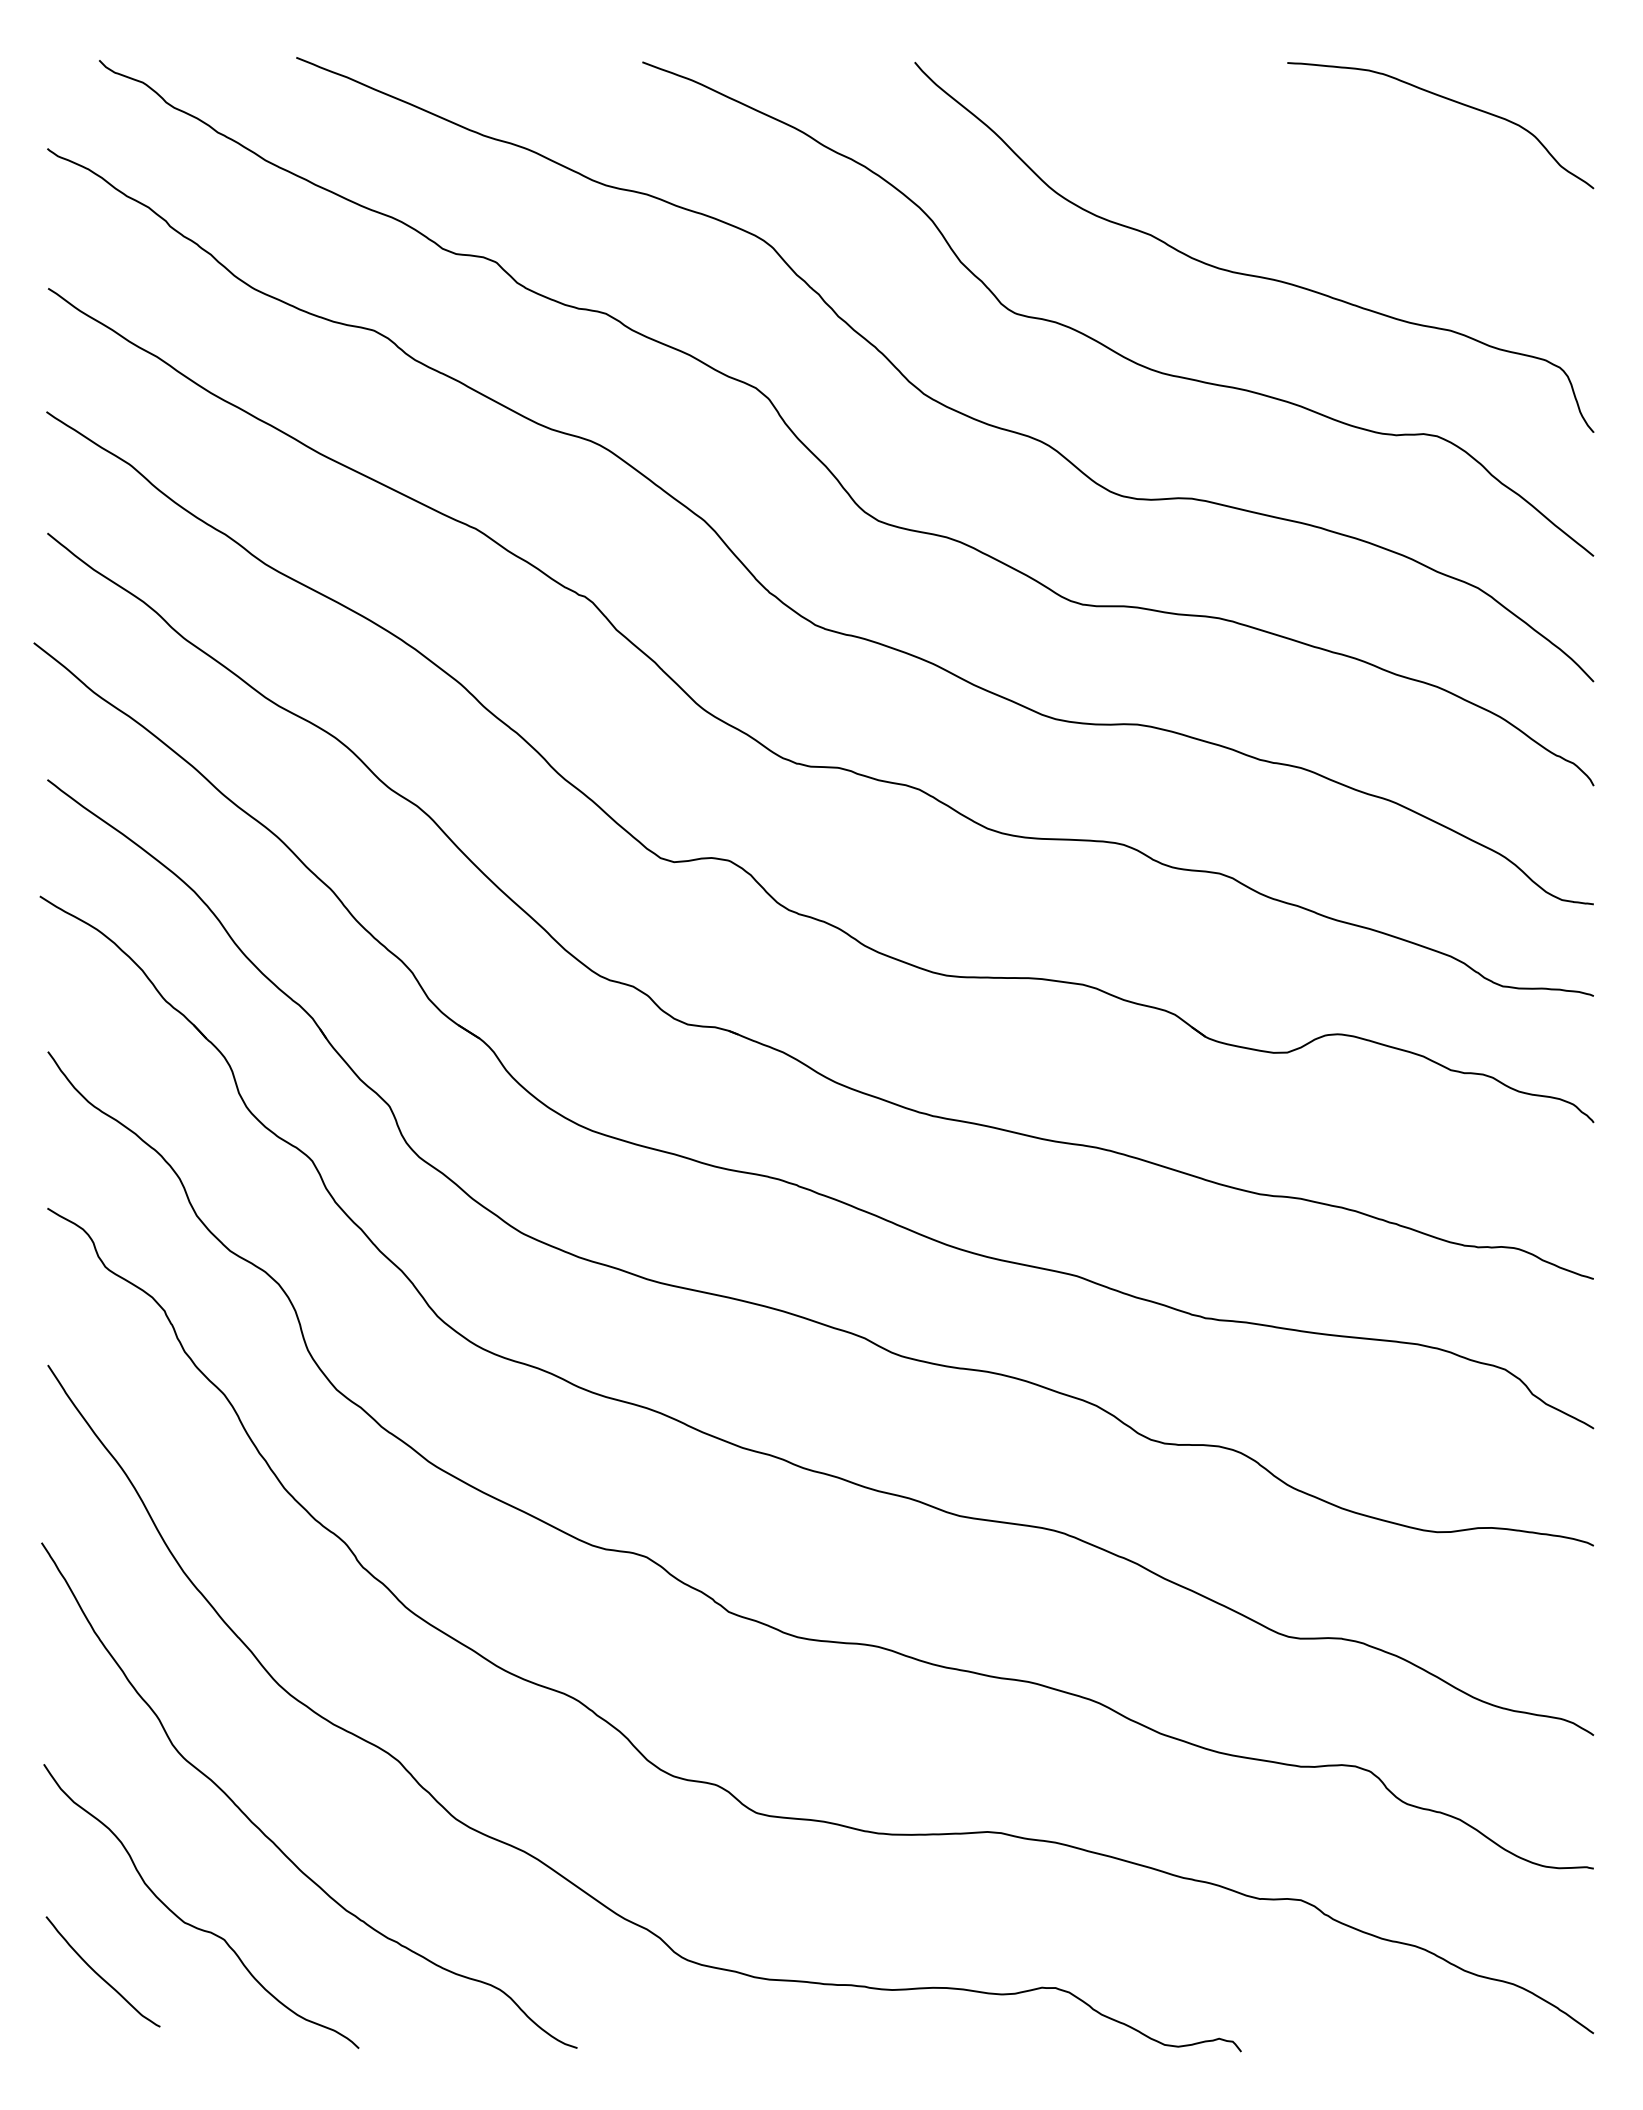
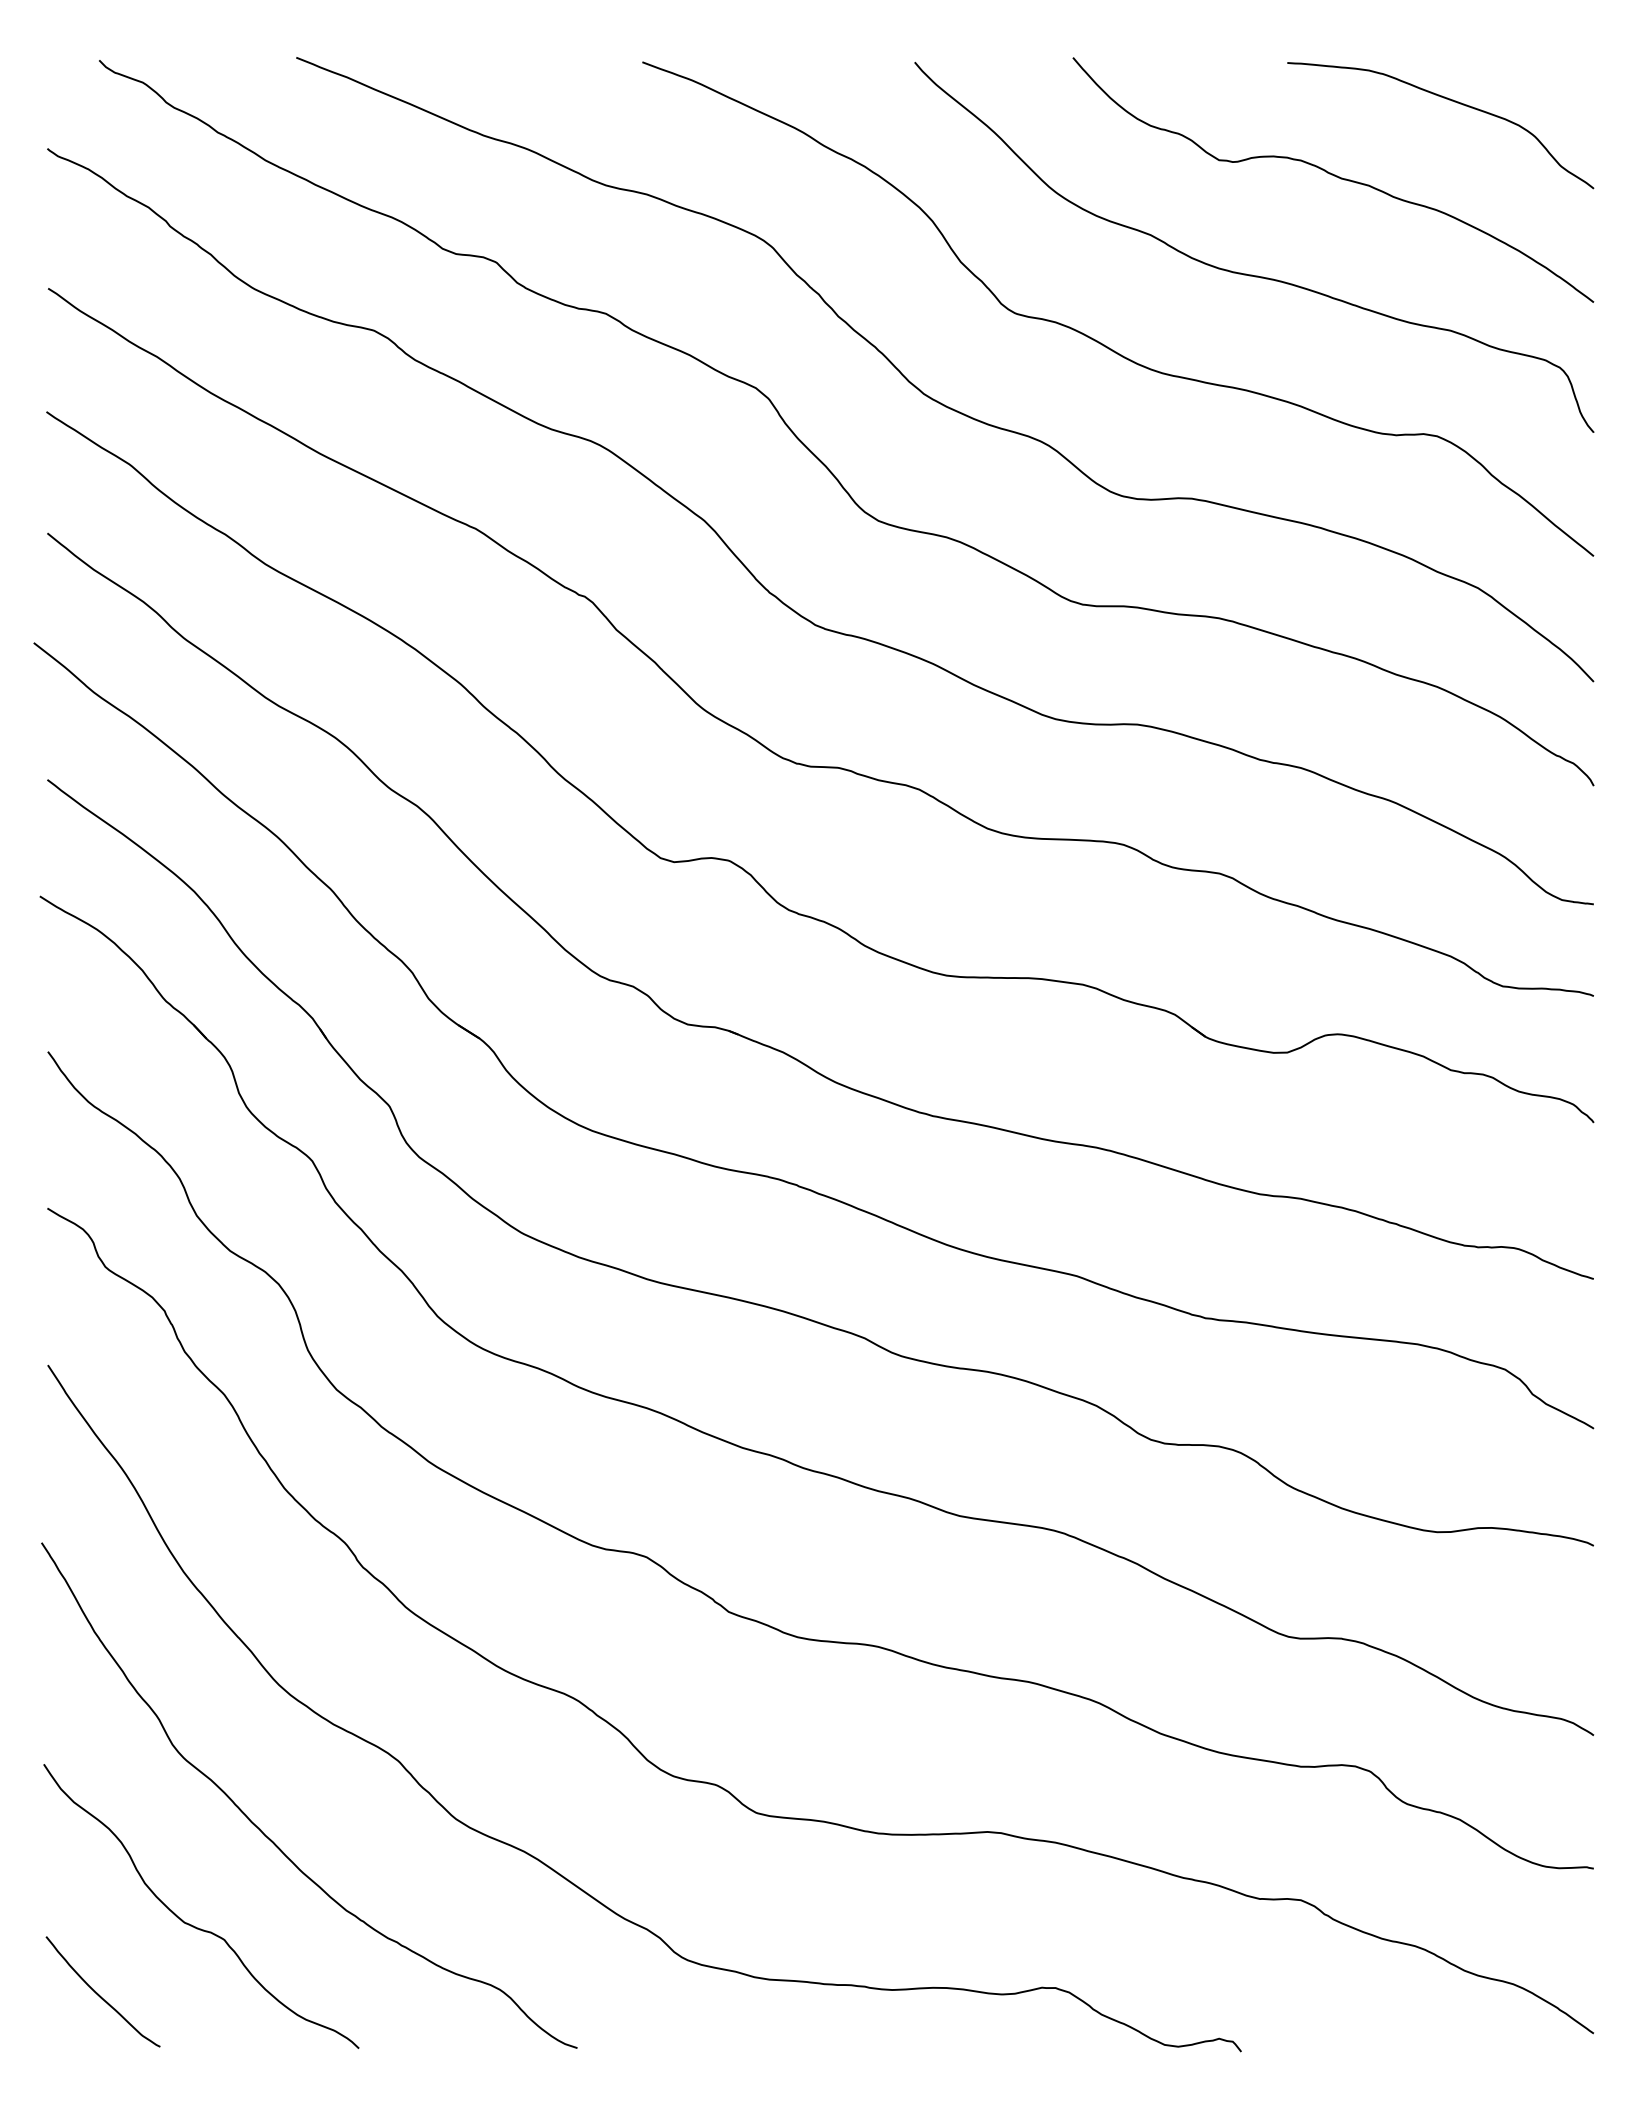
curve at (1334, 176): none -> present
curve at (99, 1974) position: (99, 1974) -> (99, 1994)
